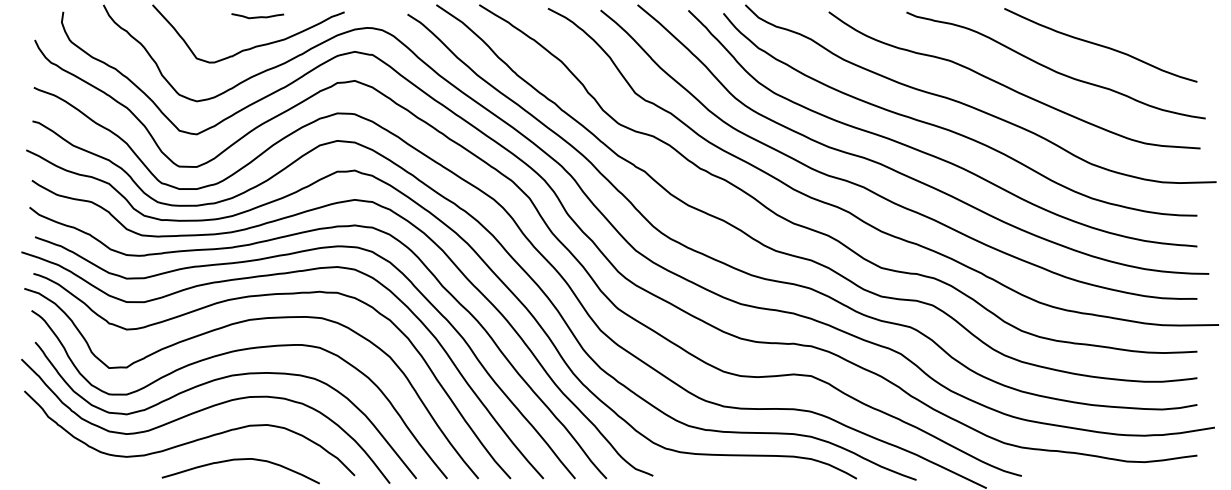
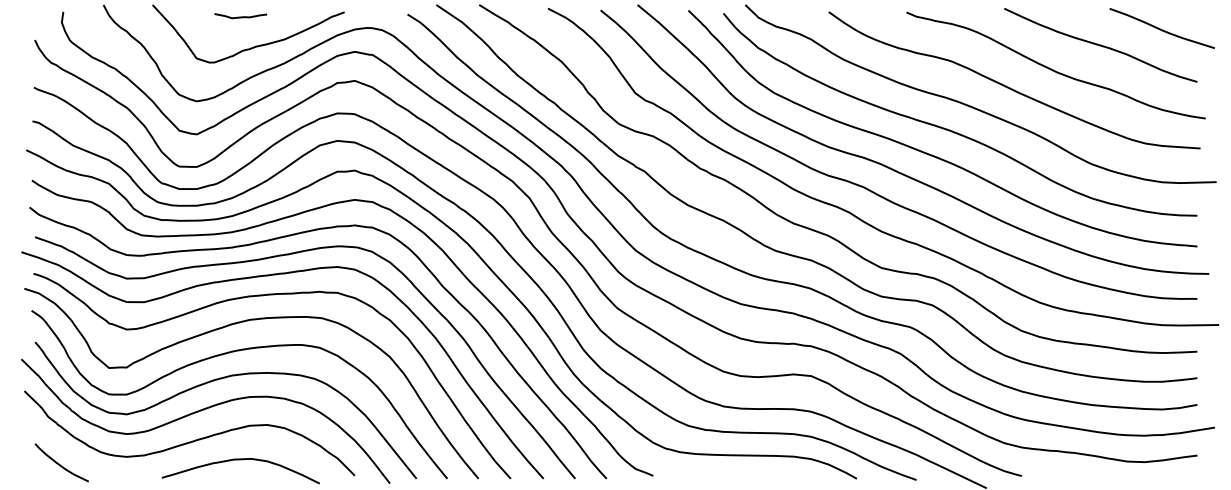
curve at (257, 16) position: (257, 16) -> (240, 16)
curve at (1160, 28): none -> present
curve at (59, 463): none -> present
